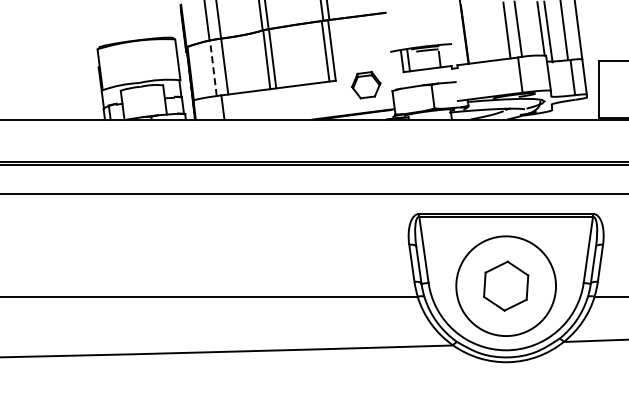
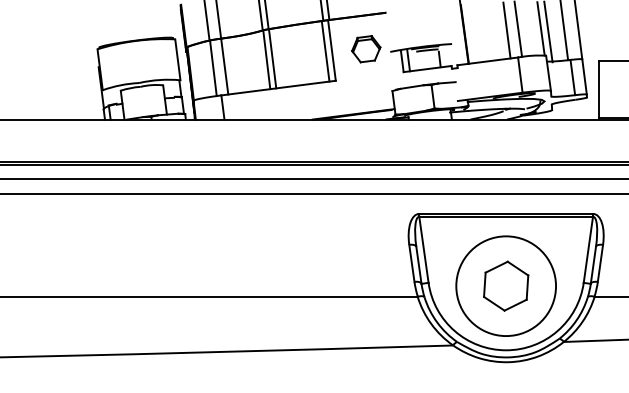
line at (213, 68): dashed -> solid
part at (366, 85) position: (366, 85) -> (366, 49)
line at (313, 179): none -> present
